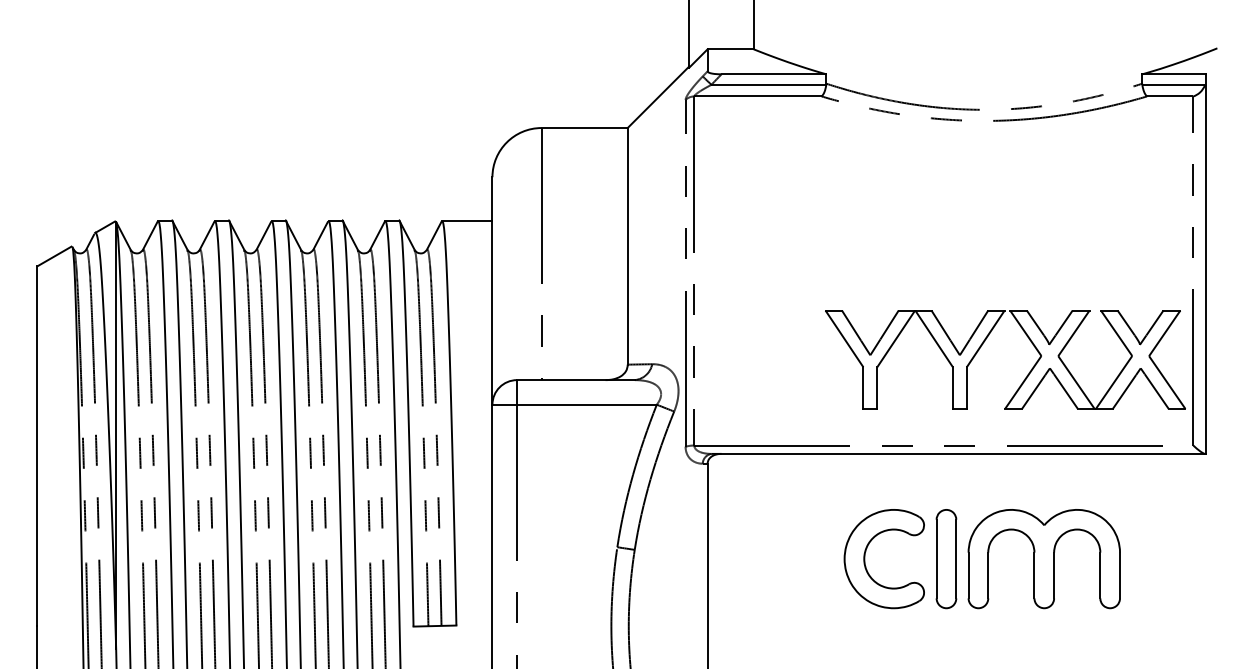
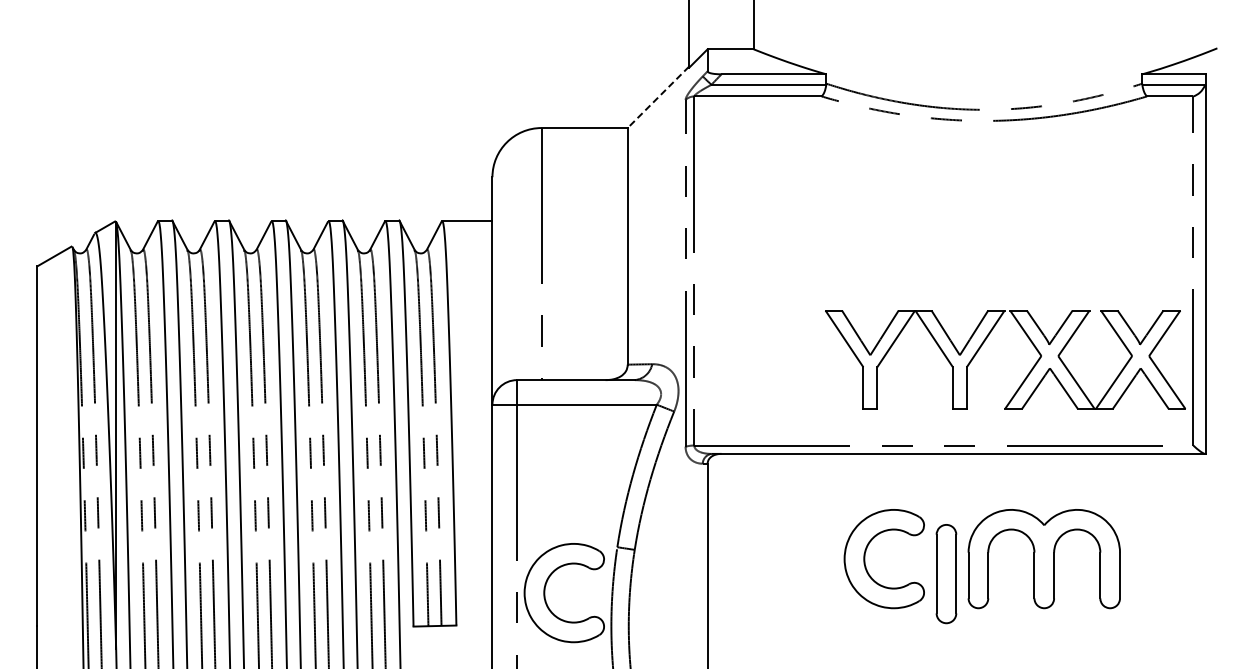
line at (658, 97): solid -> dashed
part at (946, 559) position: (946, 559) -> (946, 574)
part at (545, 593): none -> present
